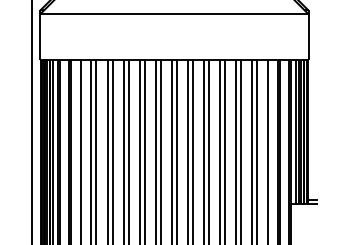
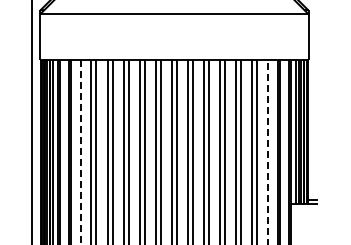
line at (267, 151): solid -> dashed
line at (81, 152): solid -> dashed
